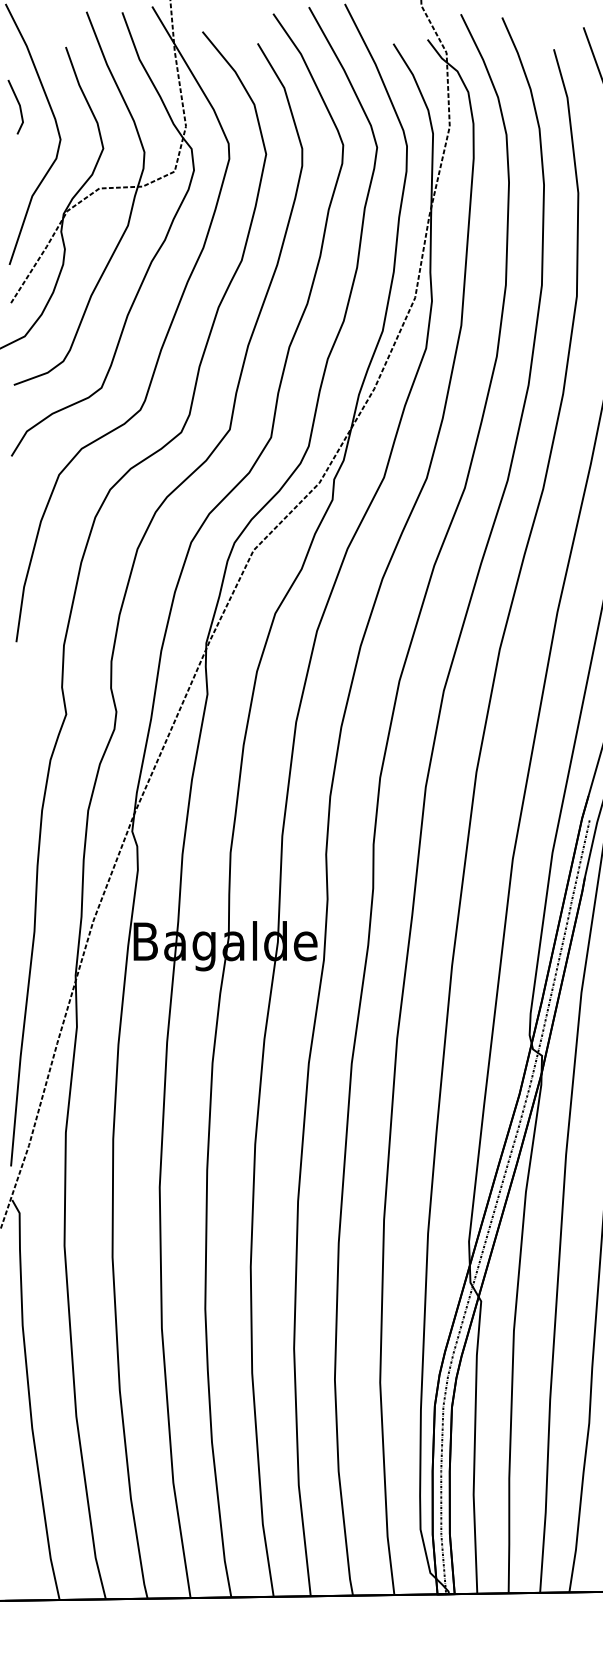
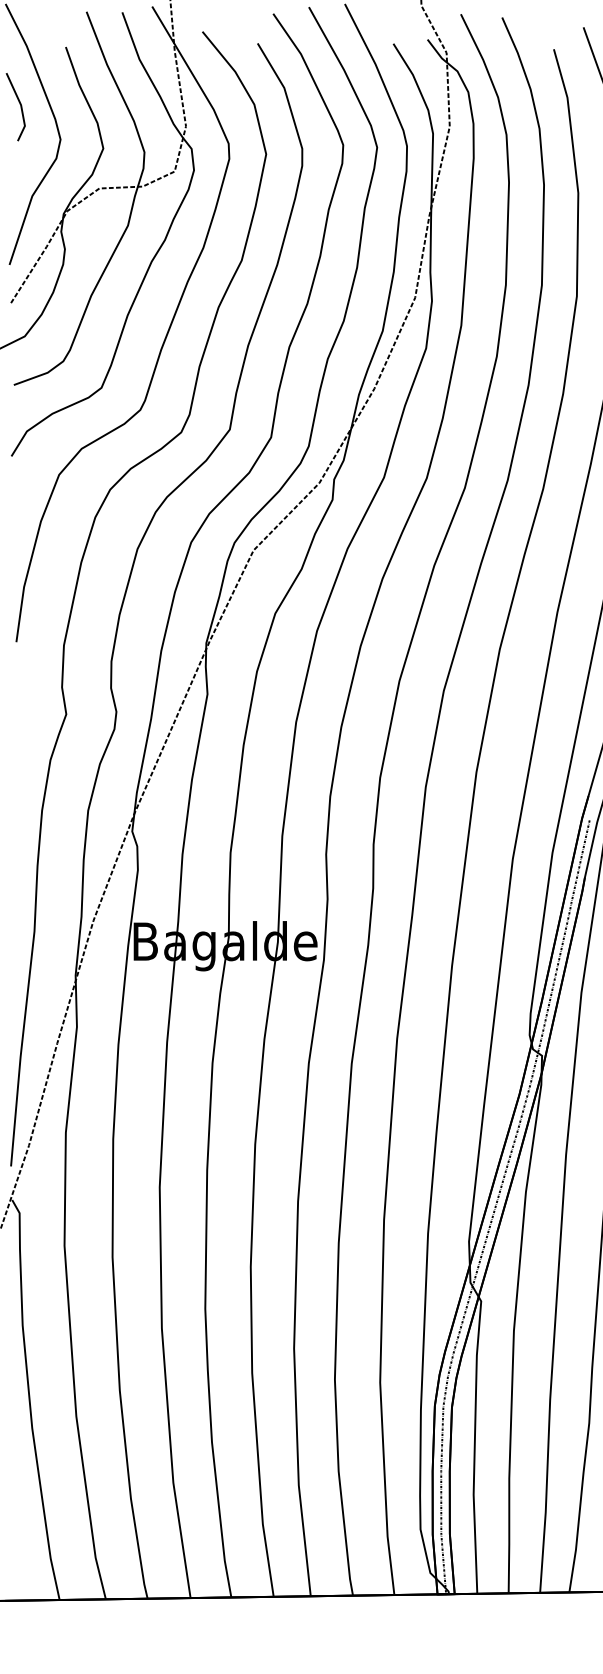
part at (15, 107) size: 17x55 px -> 21x69 px
